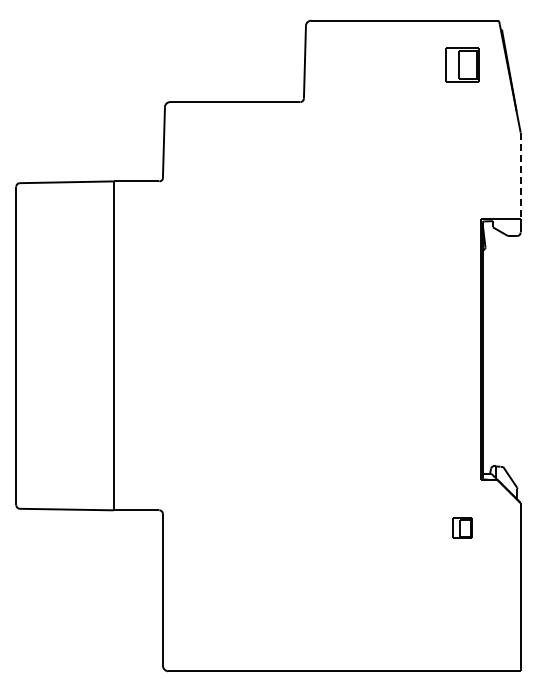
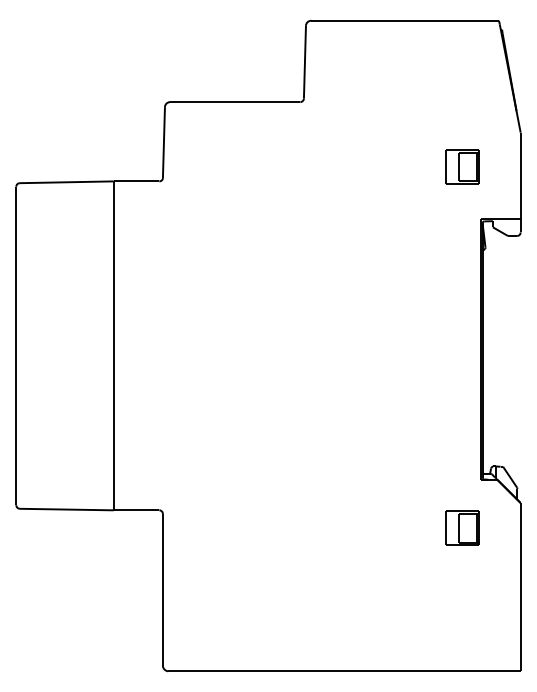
part at (462, 64) position: (462, 64) -> (462, 166)
line at (520, 176): dashed -> solid
part at (462, 527) size: 21x22 px -> 35x36 px
